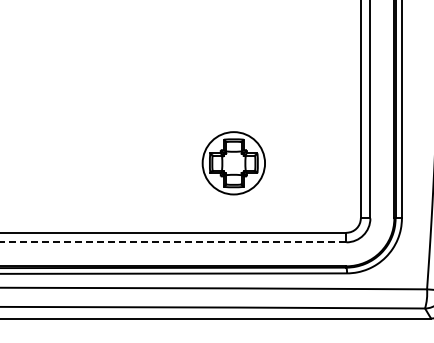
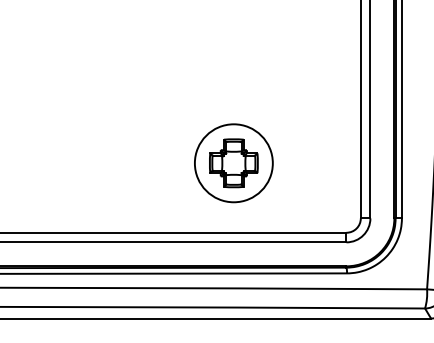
circle at (233, 163) diameter: 62 px -> 78 px
line at (173, 242): dashed -> solid
